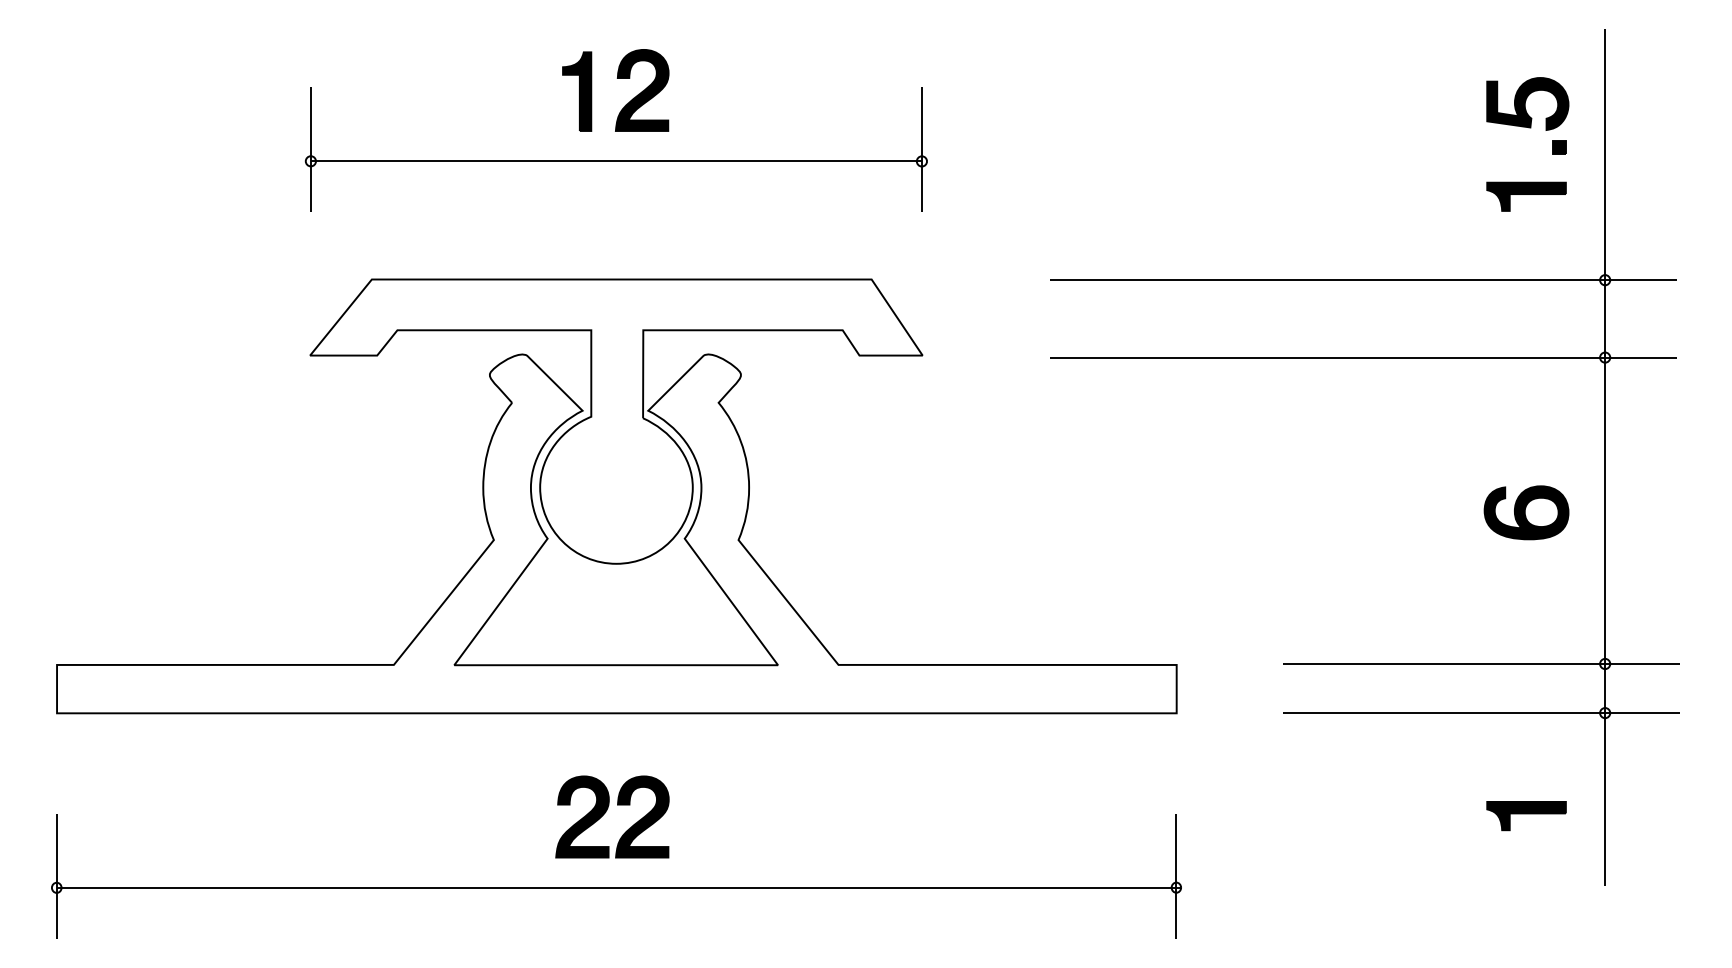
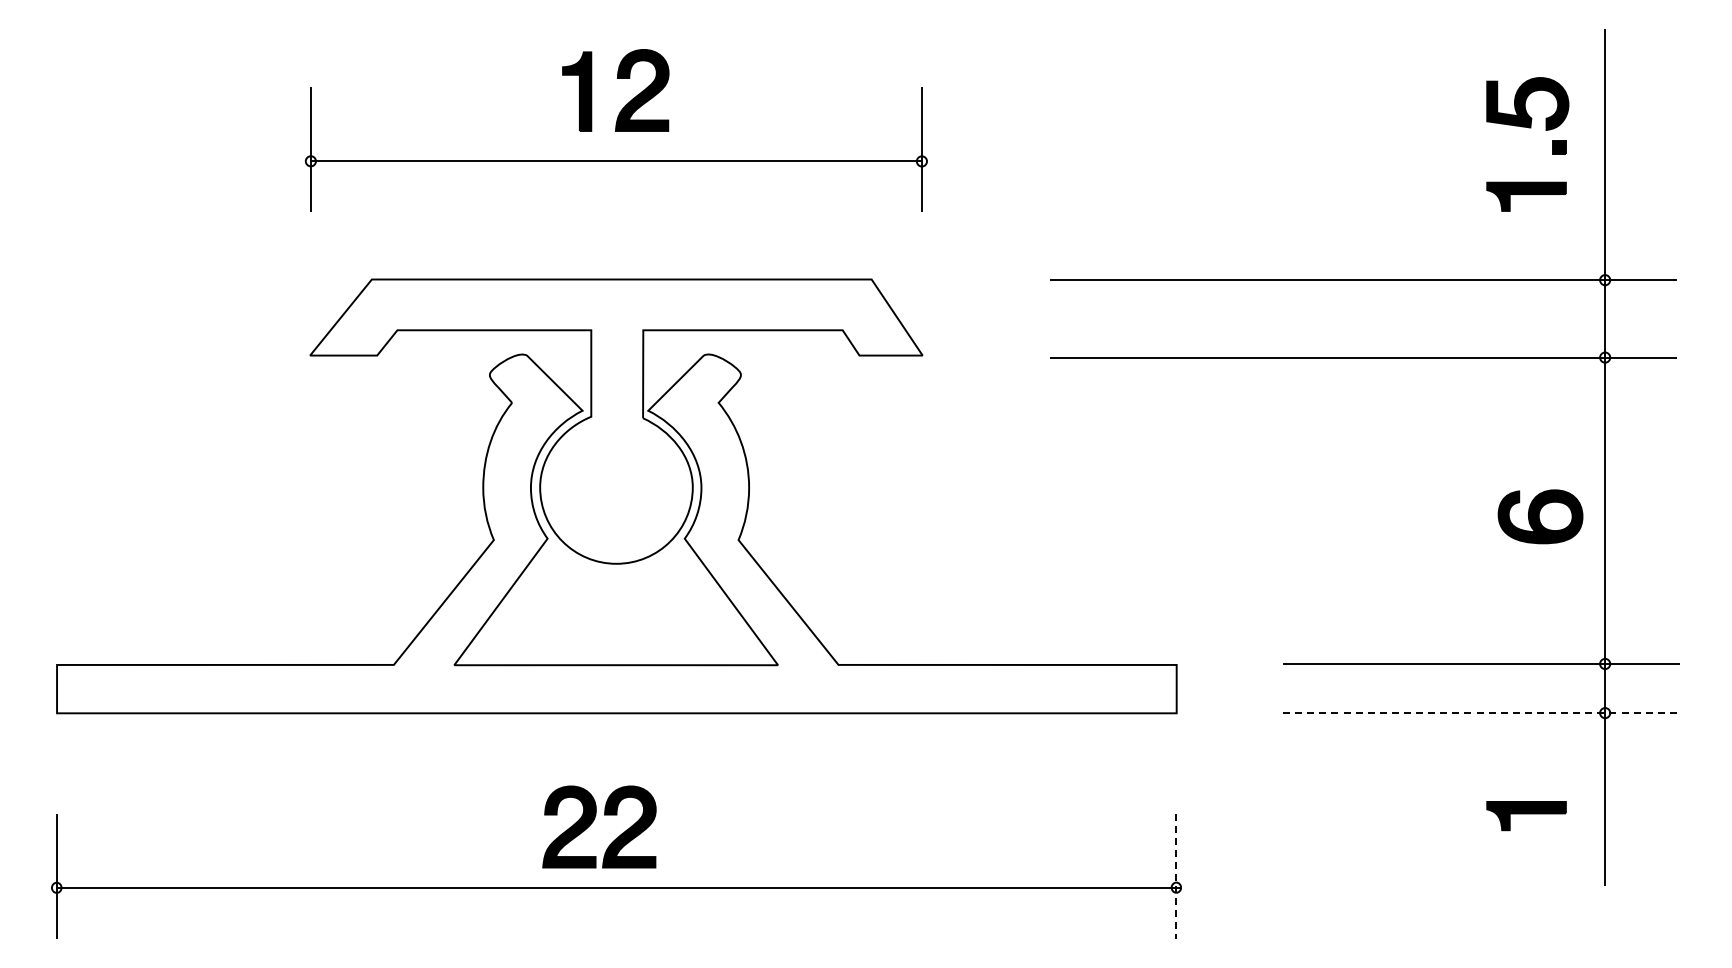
part at (1526, 512) position: (1526, 512) -> (1540, 516)
line at (1482, 713): solid -> dashed
part at (606, 812) position: (606, 812) -> (593, 822)
line at (1176, 876): solid -> dashed
